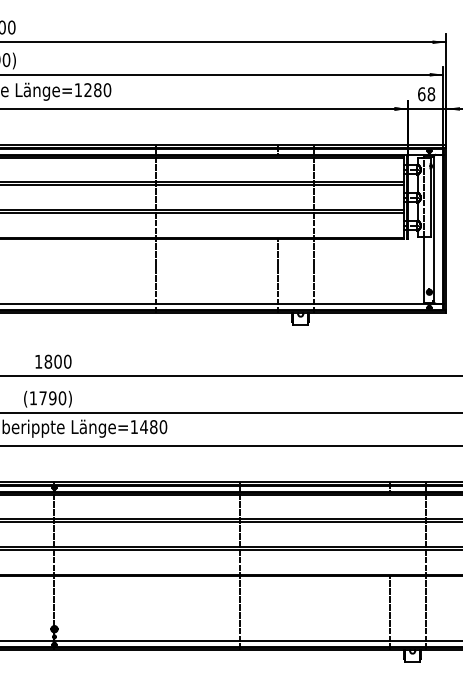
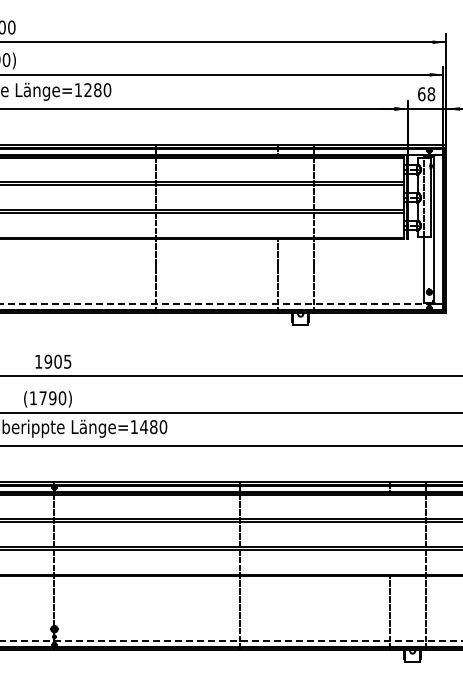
line at (221, 303): solid -> dashed
text at (57, 361): 1800 -> 1905
line at (230, 640): solid -> dashed
